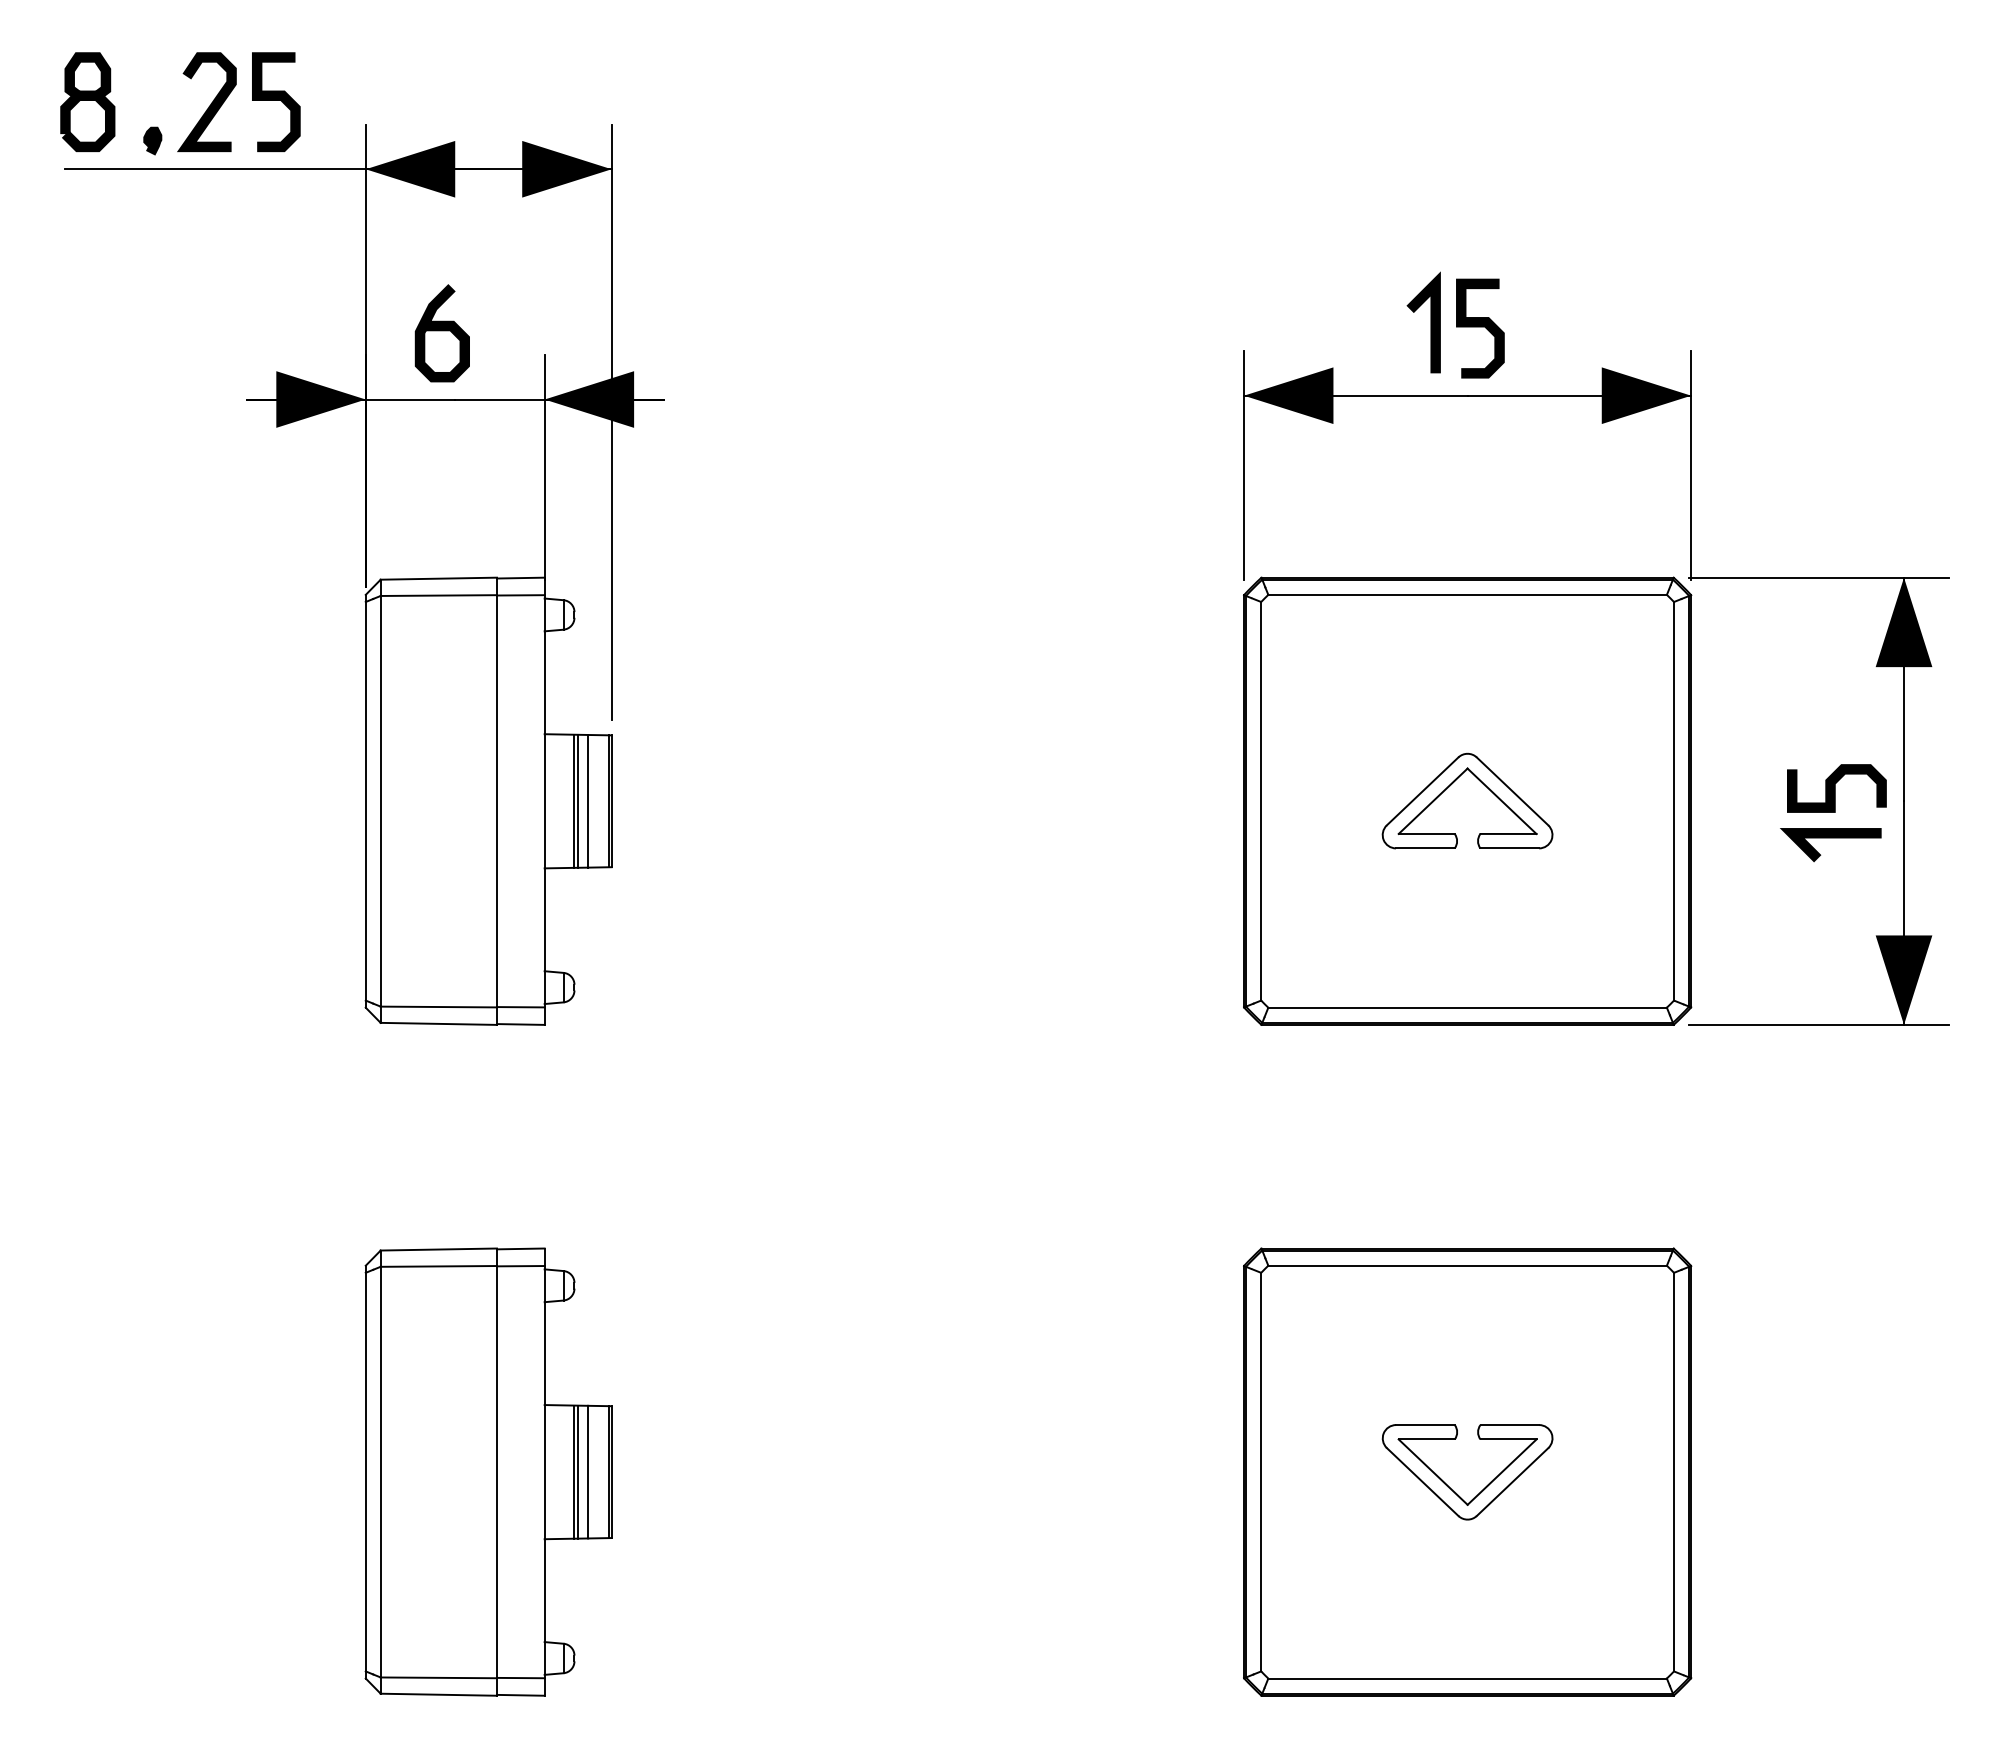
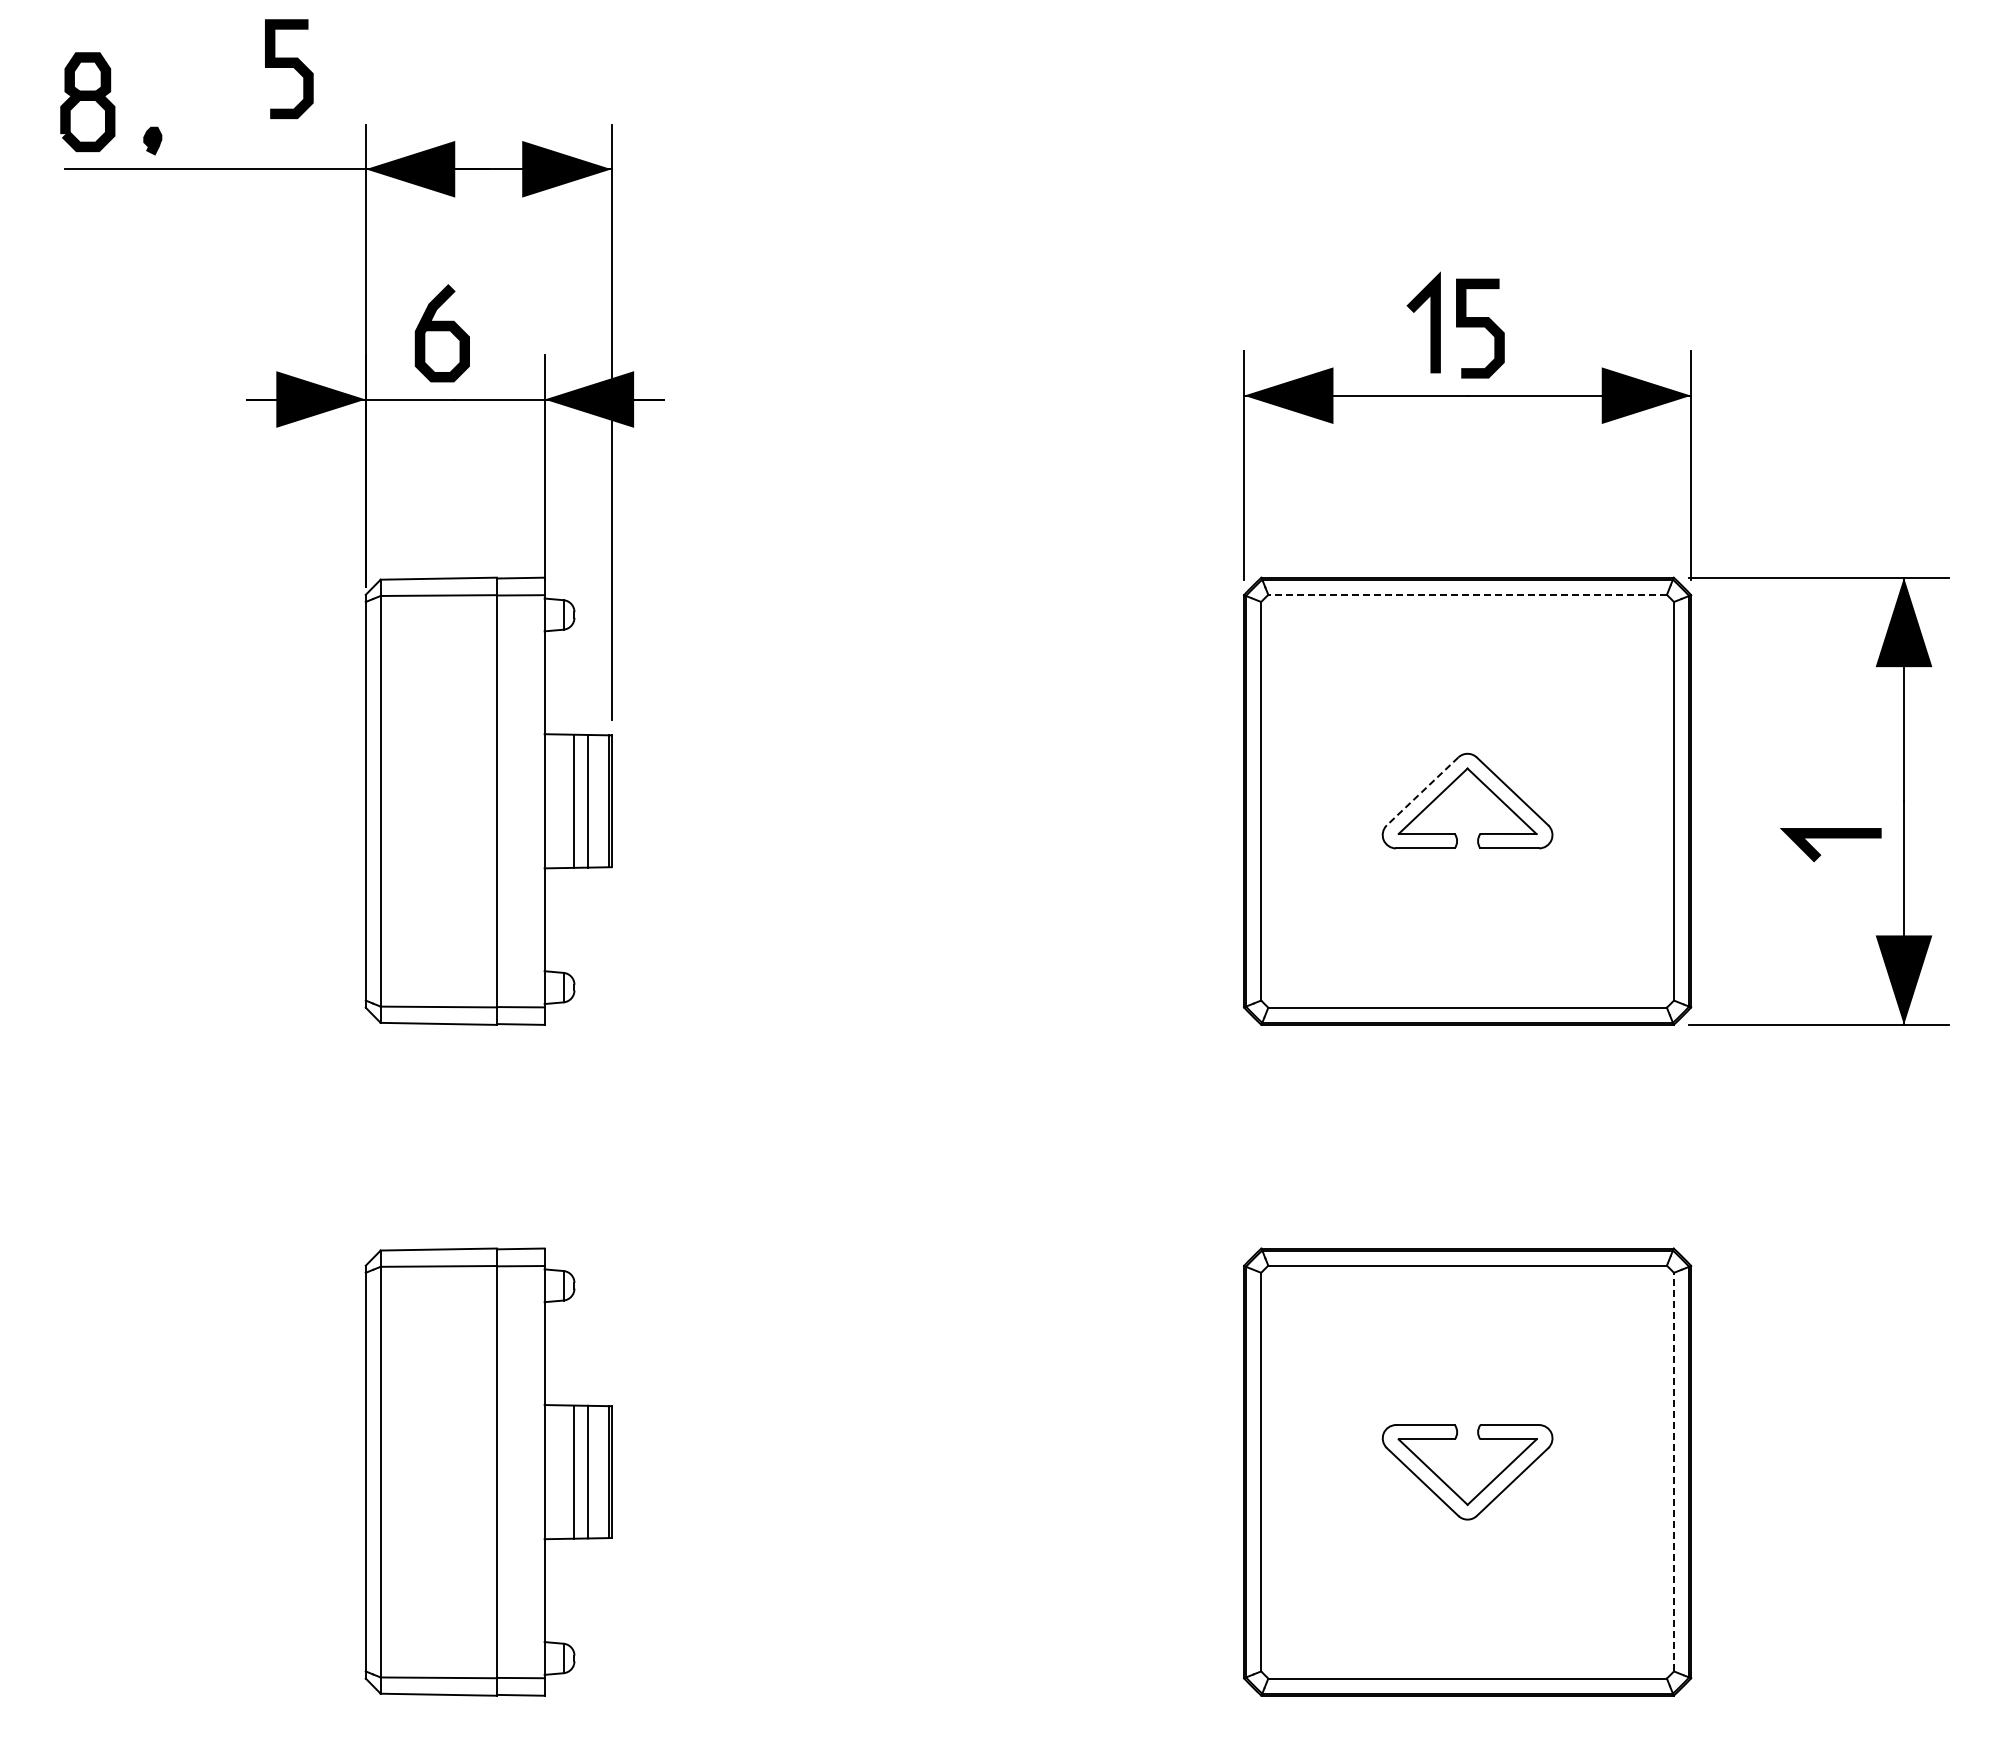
curve at (276, 100) position: (276, 100) -> (289, 67)
curve at (210, 103): present -> none
line at (1467, 594): solid -> dashed
curve at (1835, 788): present -> none
line at (1422, 791): solid -> dashed
line at (577, 800): present -> none
line at (577, 1471): present -> none
line at (1674, 1471): solid -> dashed
